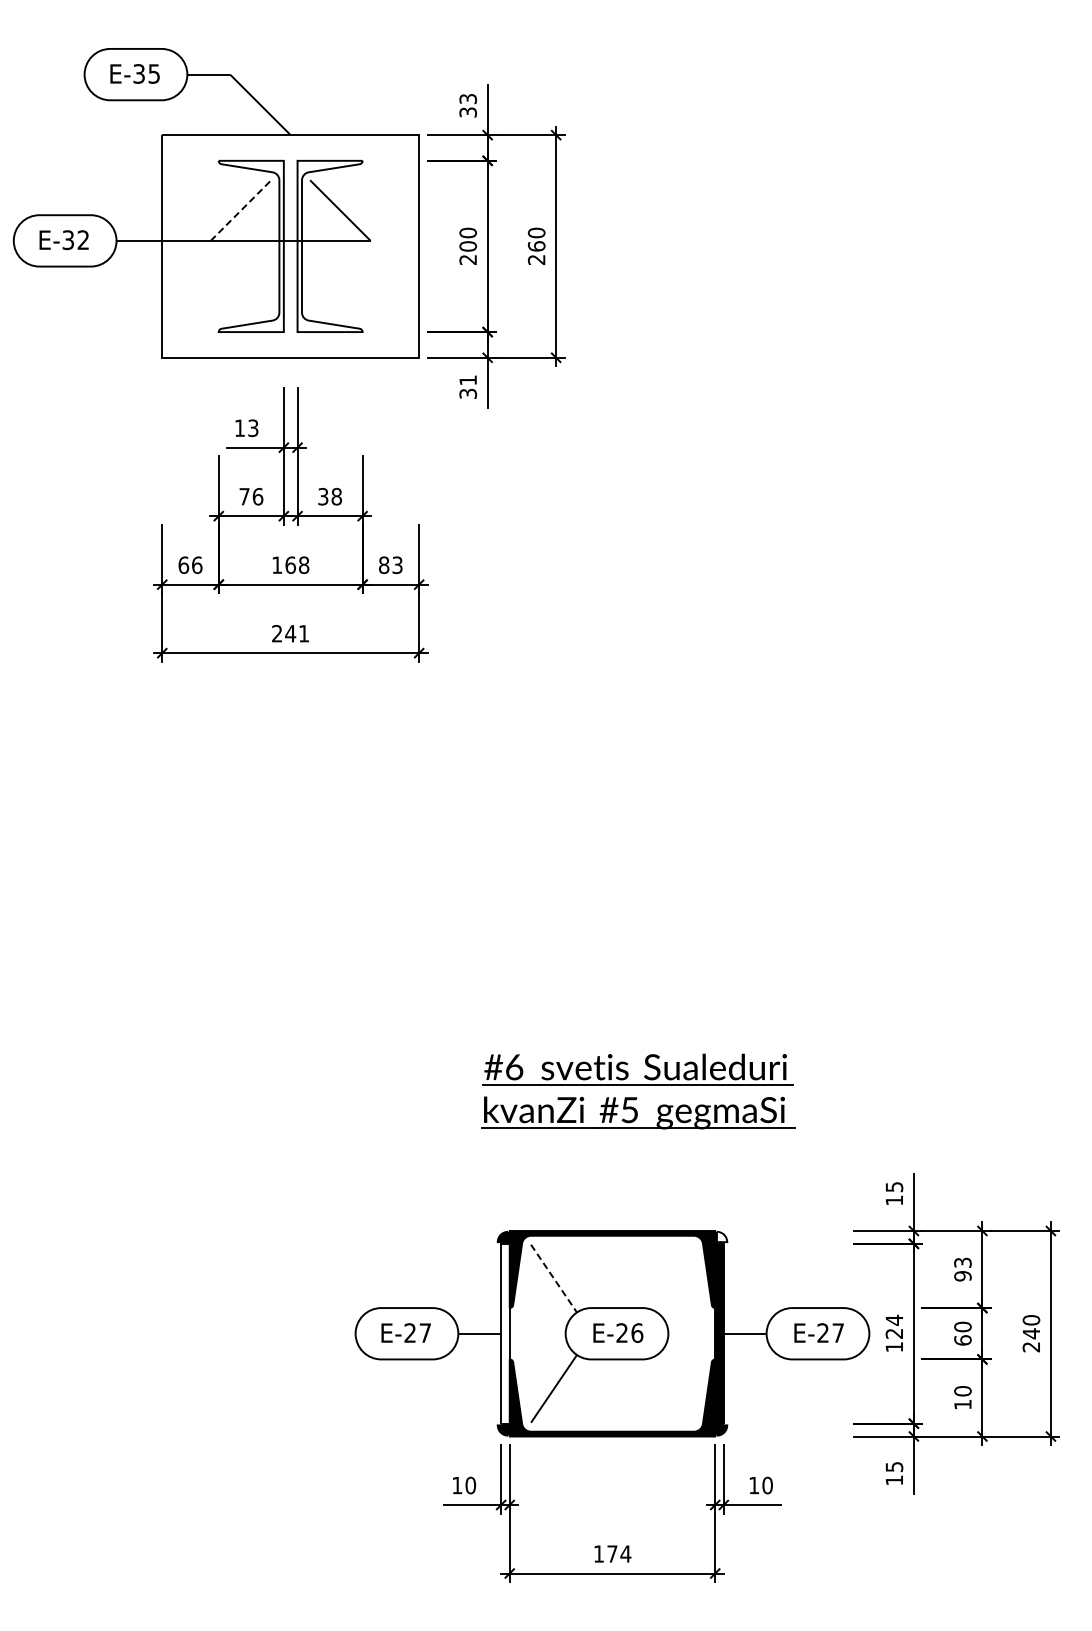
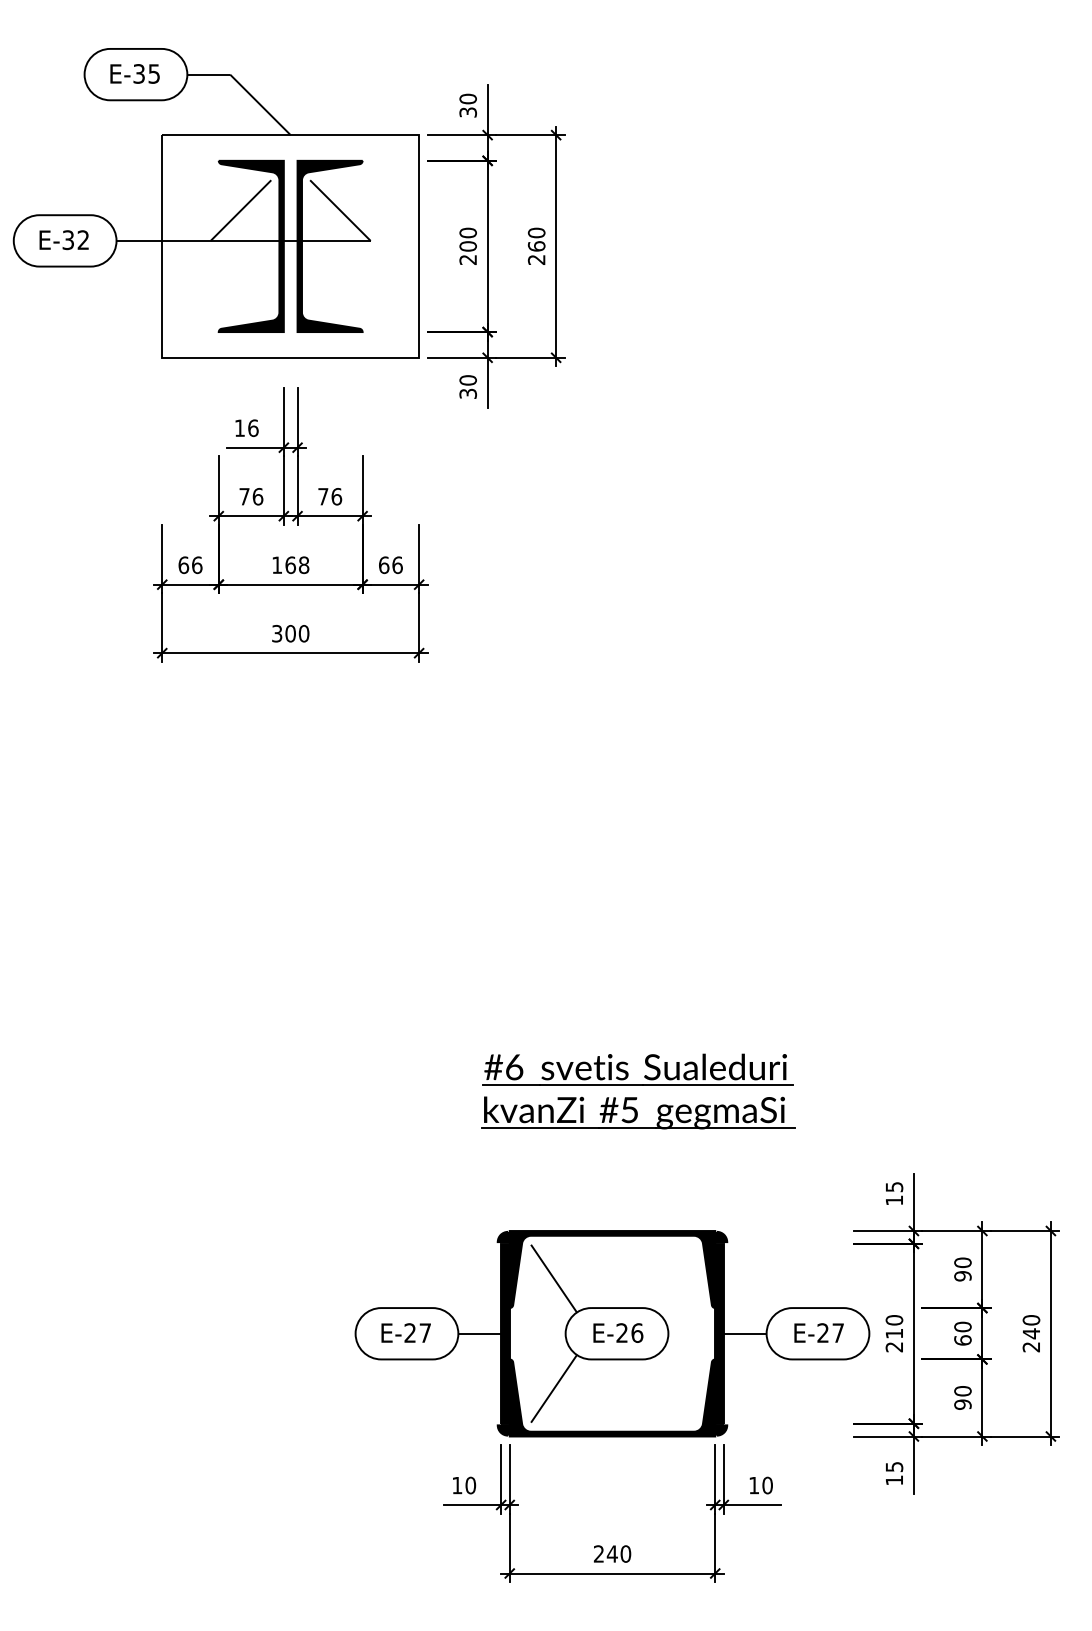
text at (467, 98): 33 -> 30
line at (241, 210): dashed -> solid
fill at (250, 246): none -> present
fill at (329, 246): none -> present
text at (467, 380): 31 -> 30
text at (253, 428): 13 -> 16
text at (330, 496): 38 -> 76
text at (390, 565): 83 -> 66
text at (290, 633): 241 -> 300
fill at (721, 1236): none -> present
text at (962, 1262): 93 -> 90
line at (554, 1278): dashed -> solid
fill at (505, 1333): none -> present
text at (894, 1333): 124 -> 210
text at (962, 1404): 10 -> 90
text at (612, 1553): 174 -> 240
